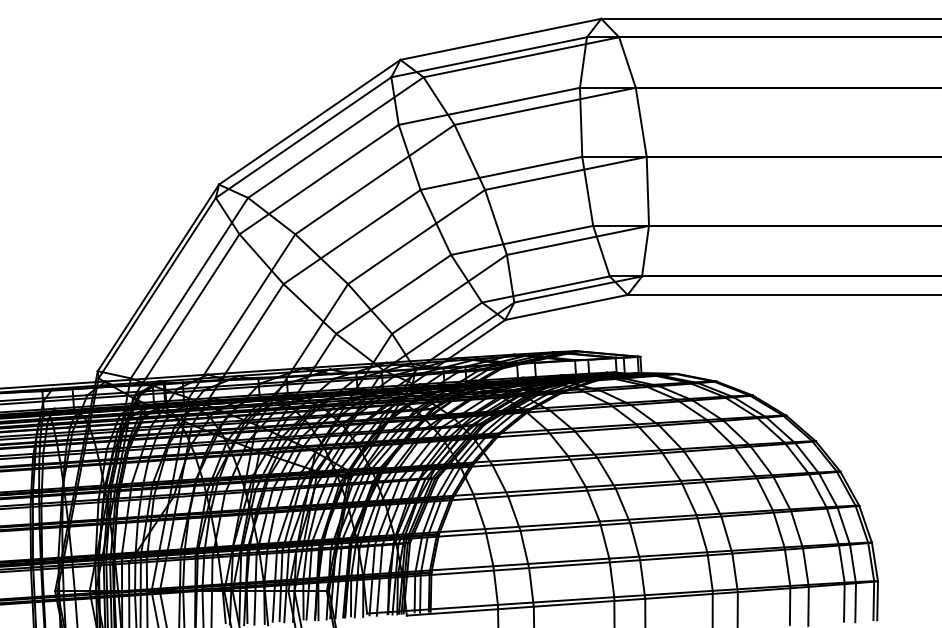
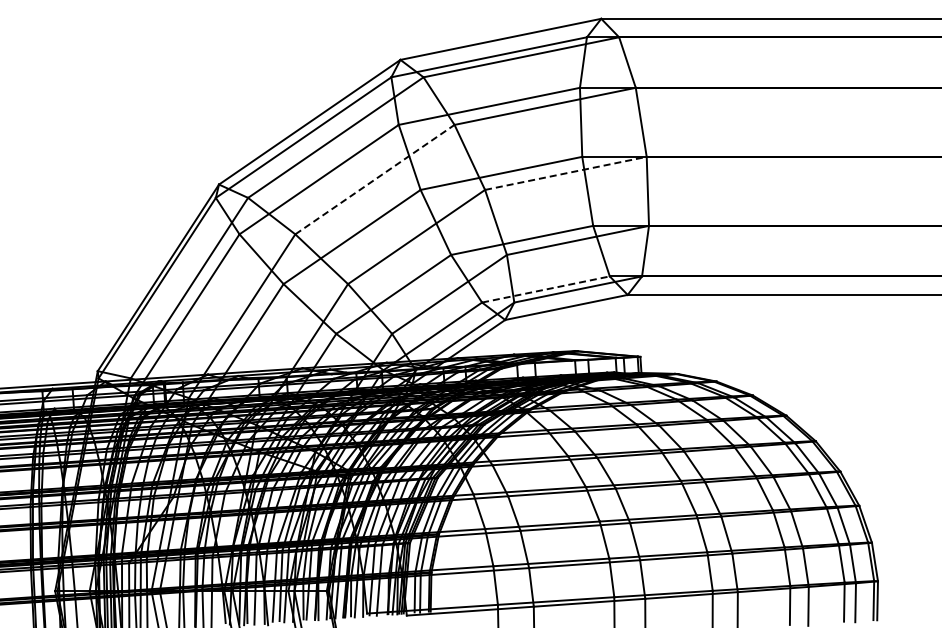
line at (566, 173): solid -> dashed
line at (374, 179): solid -> dashed
line at (546, 289): solid -> dashed
